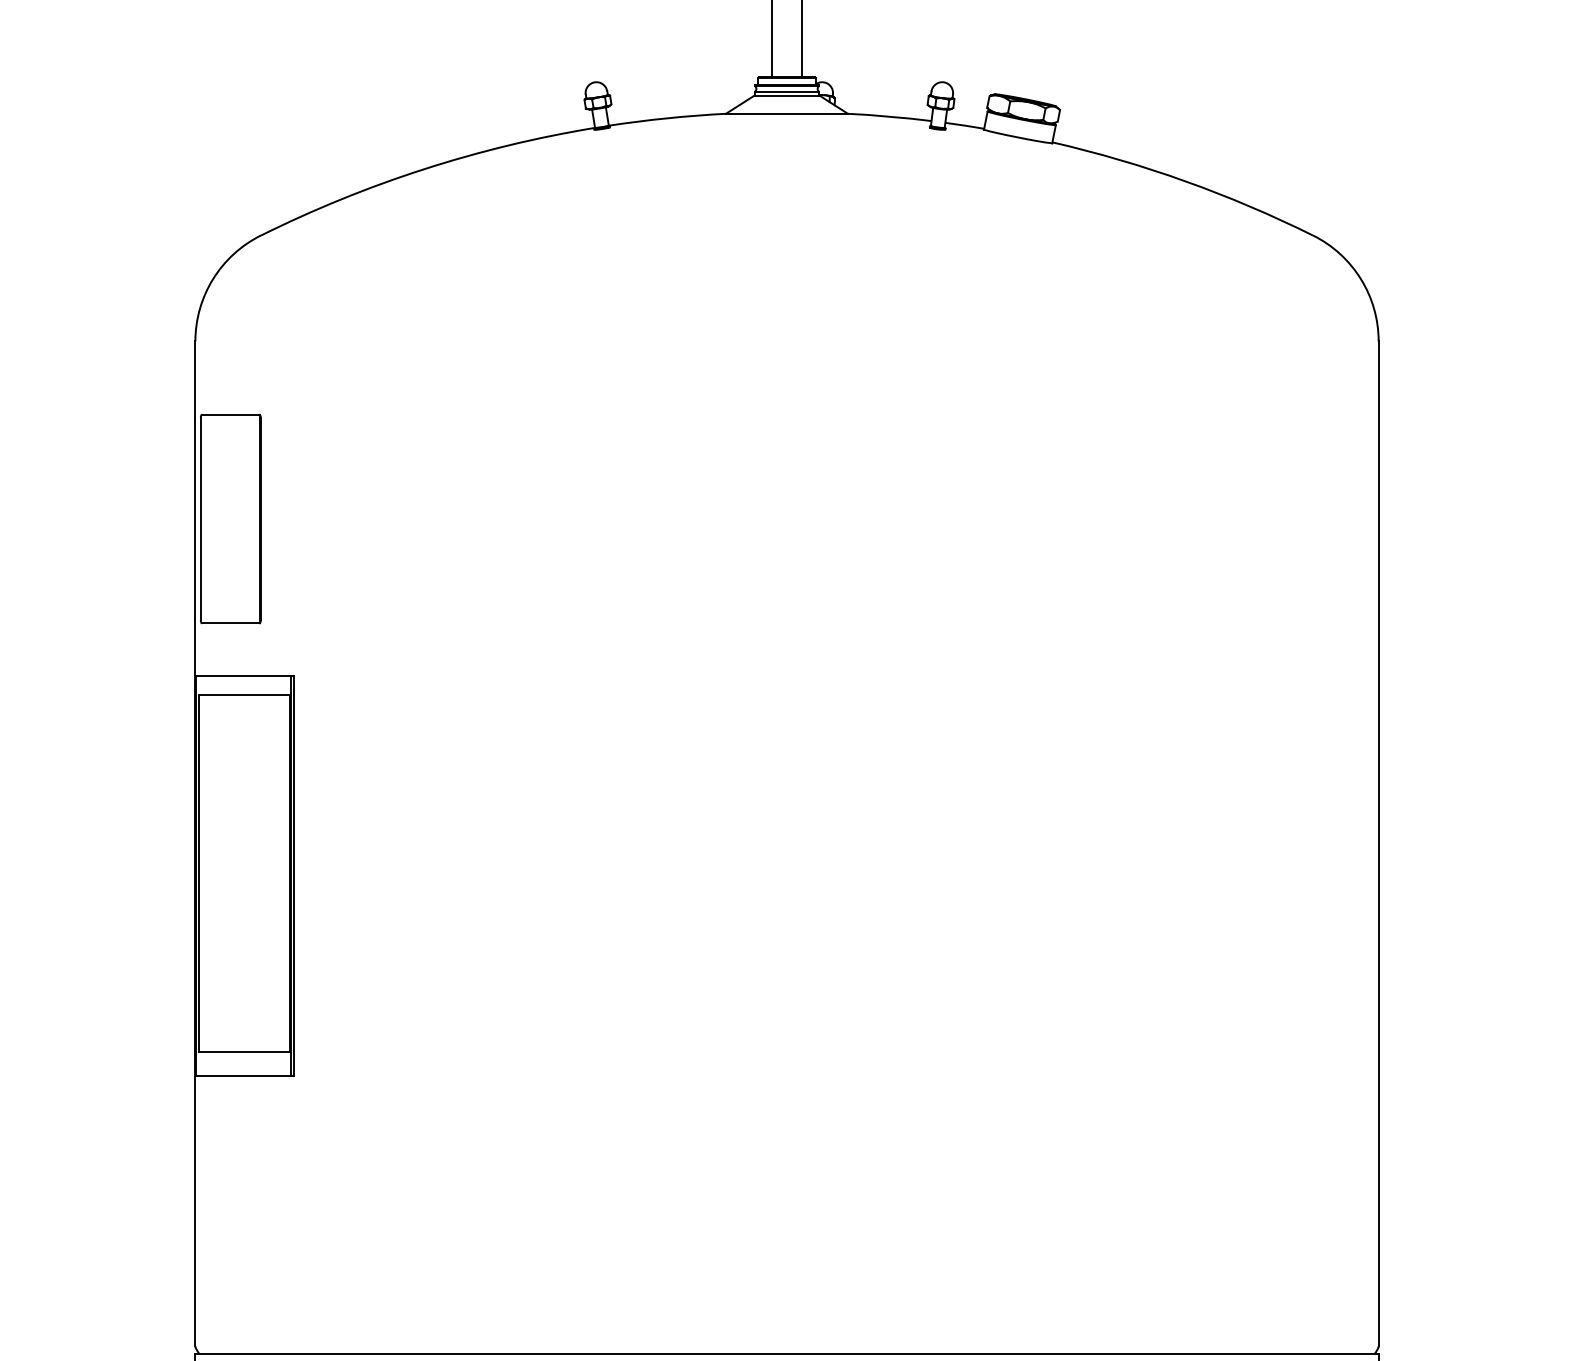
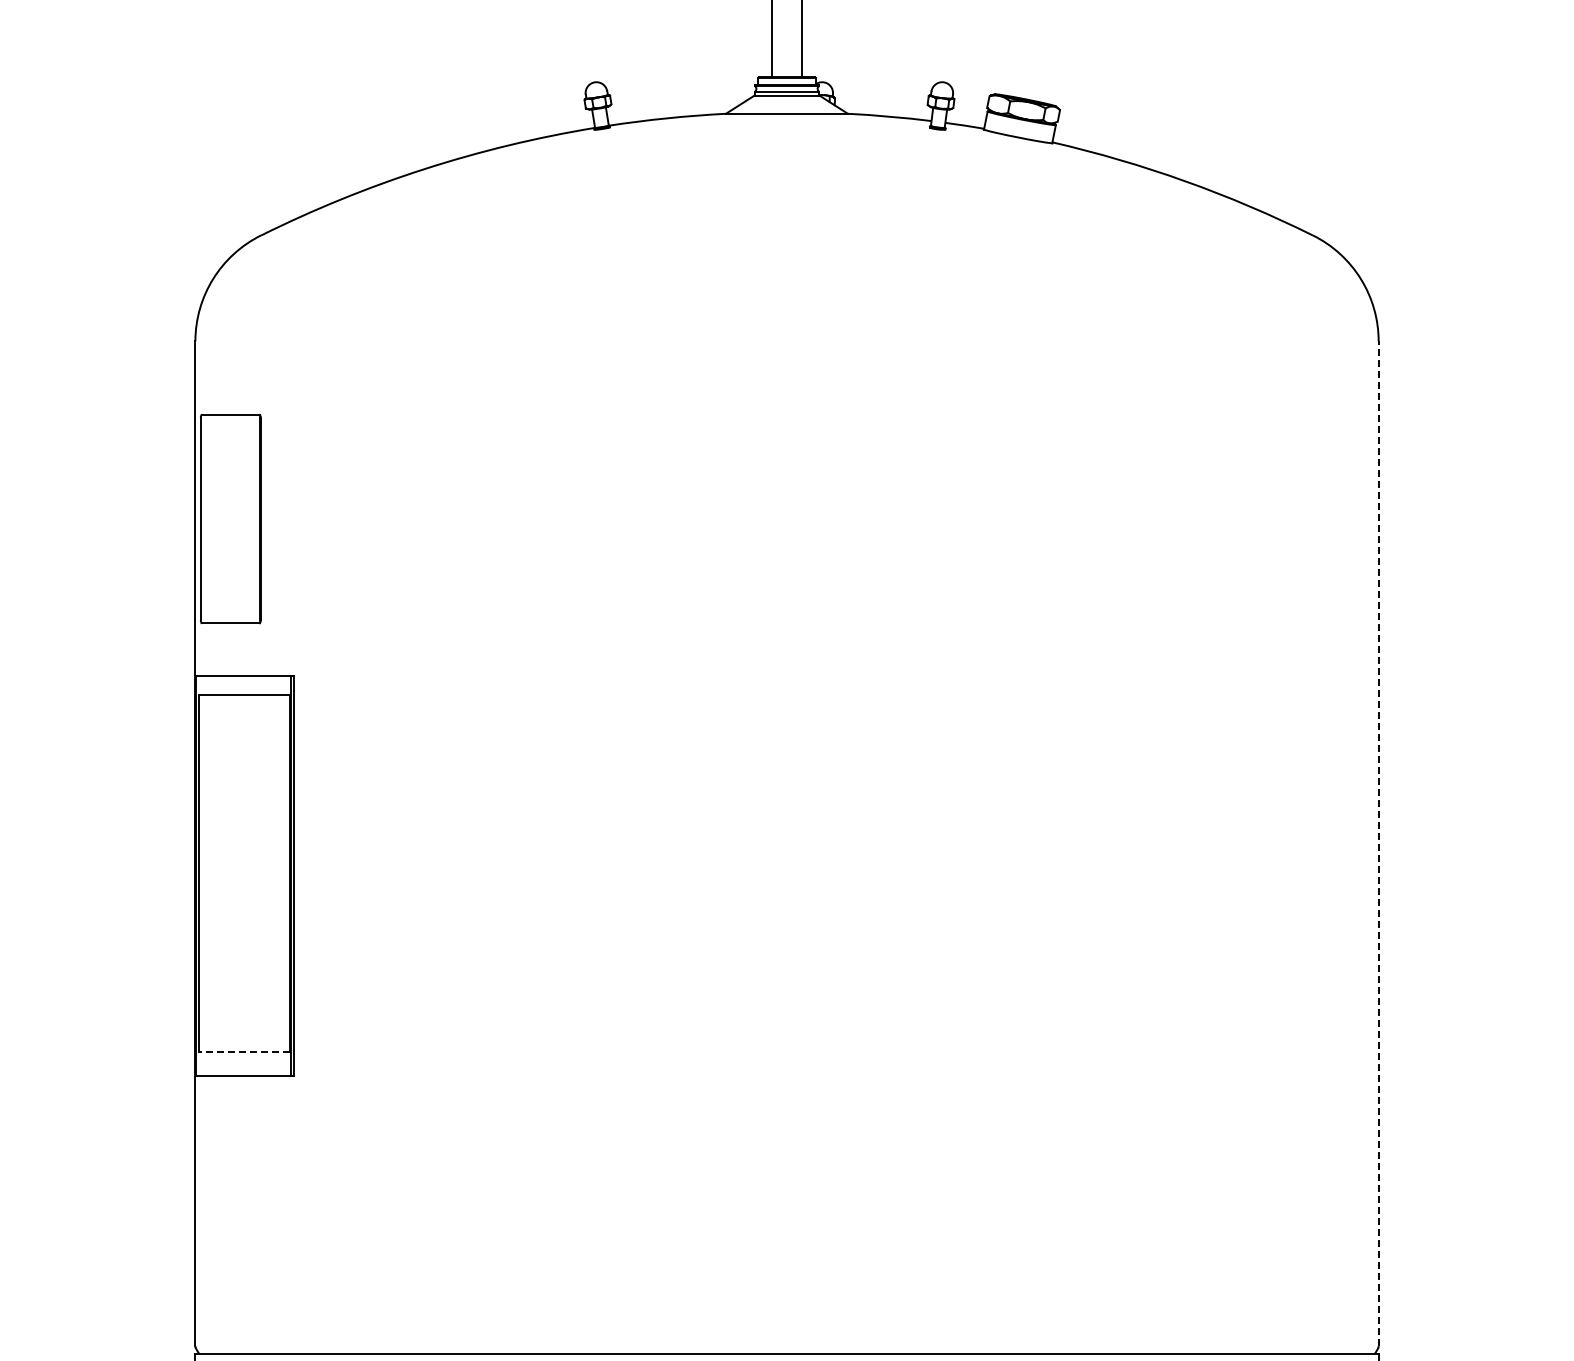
line at (1378, 843): solid -> dashed
line at (243, 1051): solid -> dashed
